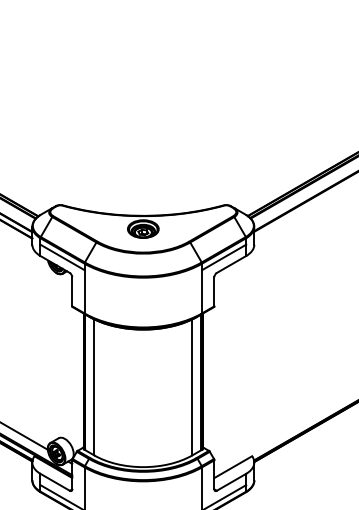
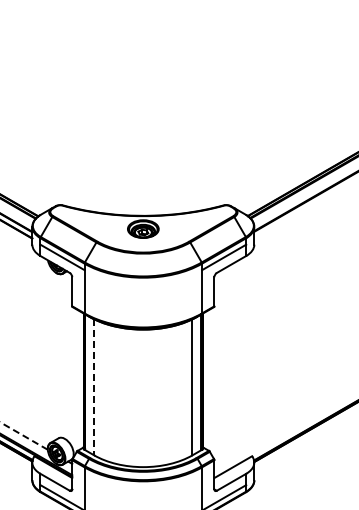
line at (94, 387): solid -> dashed
line at (23, 435): solid -> dashed
